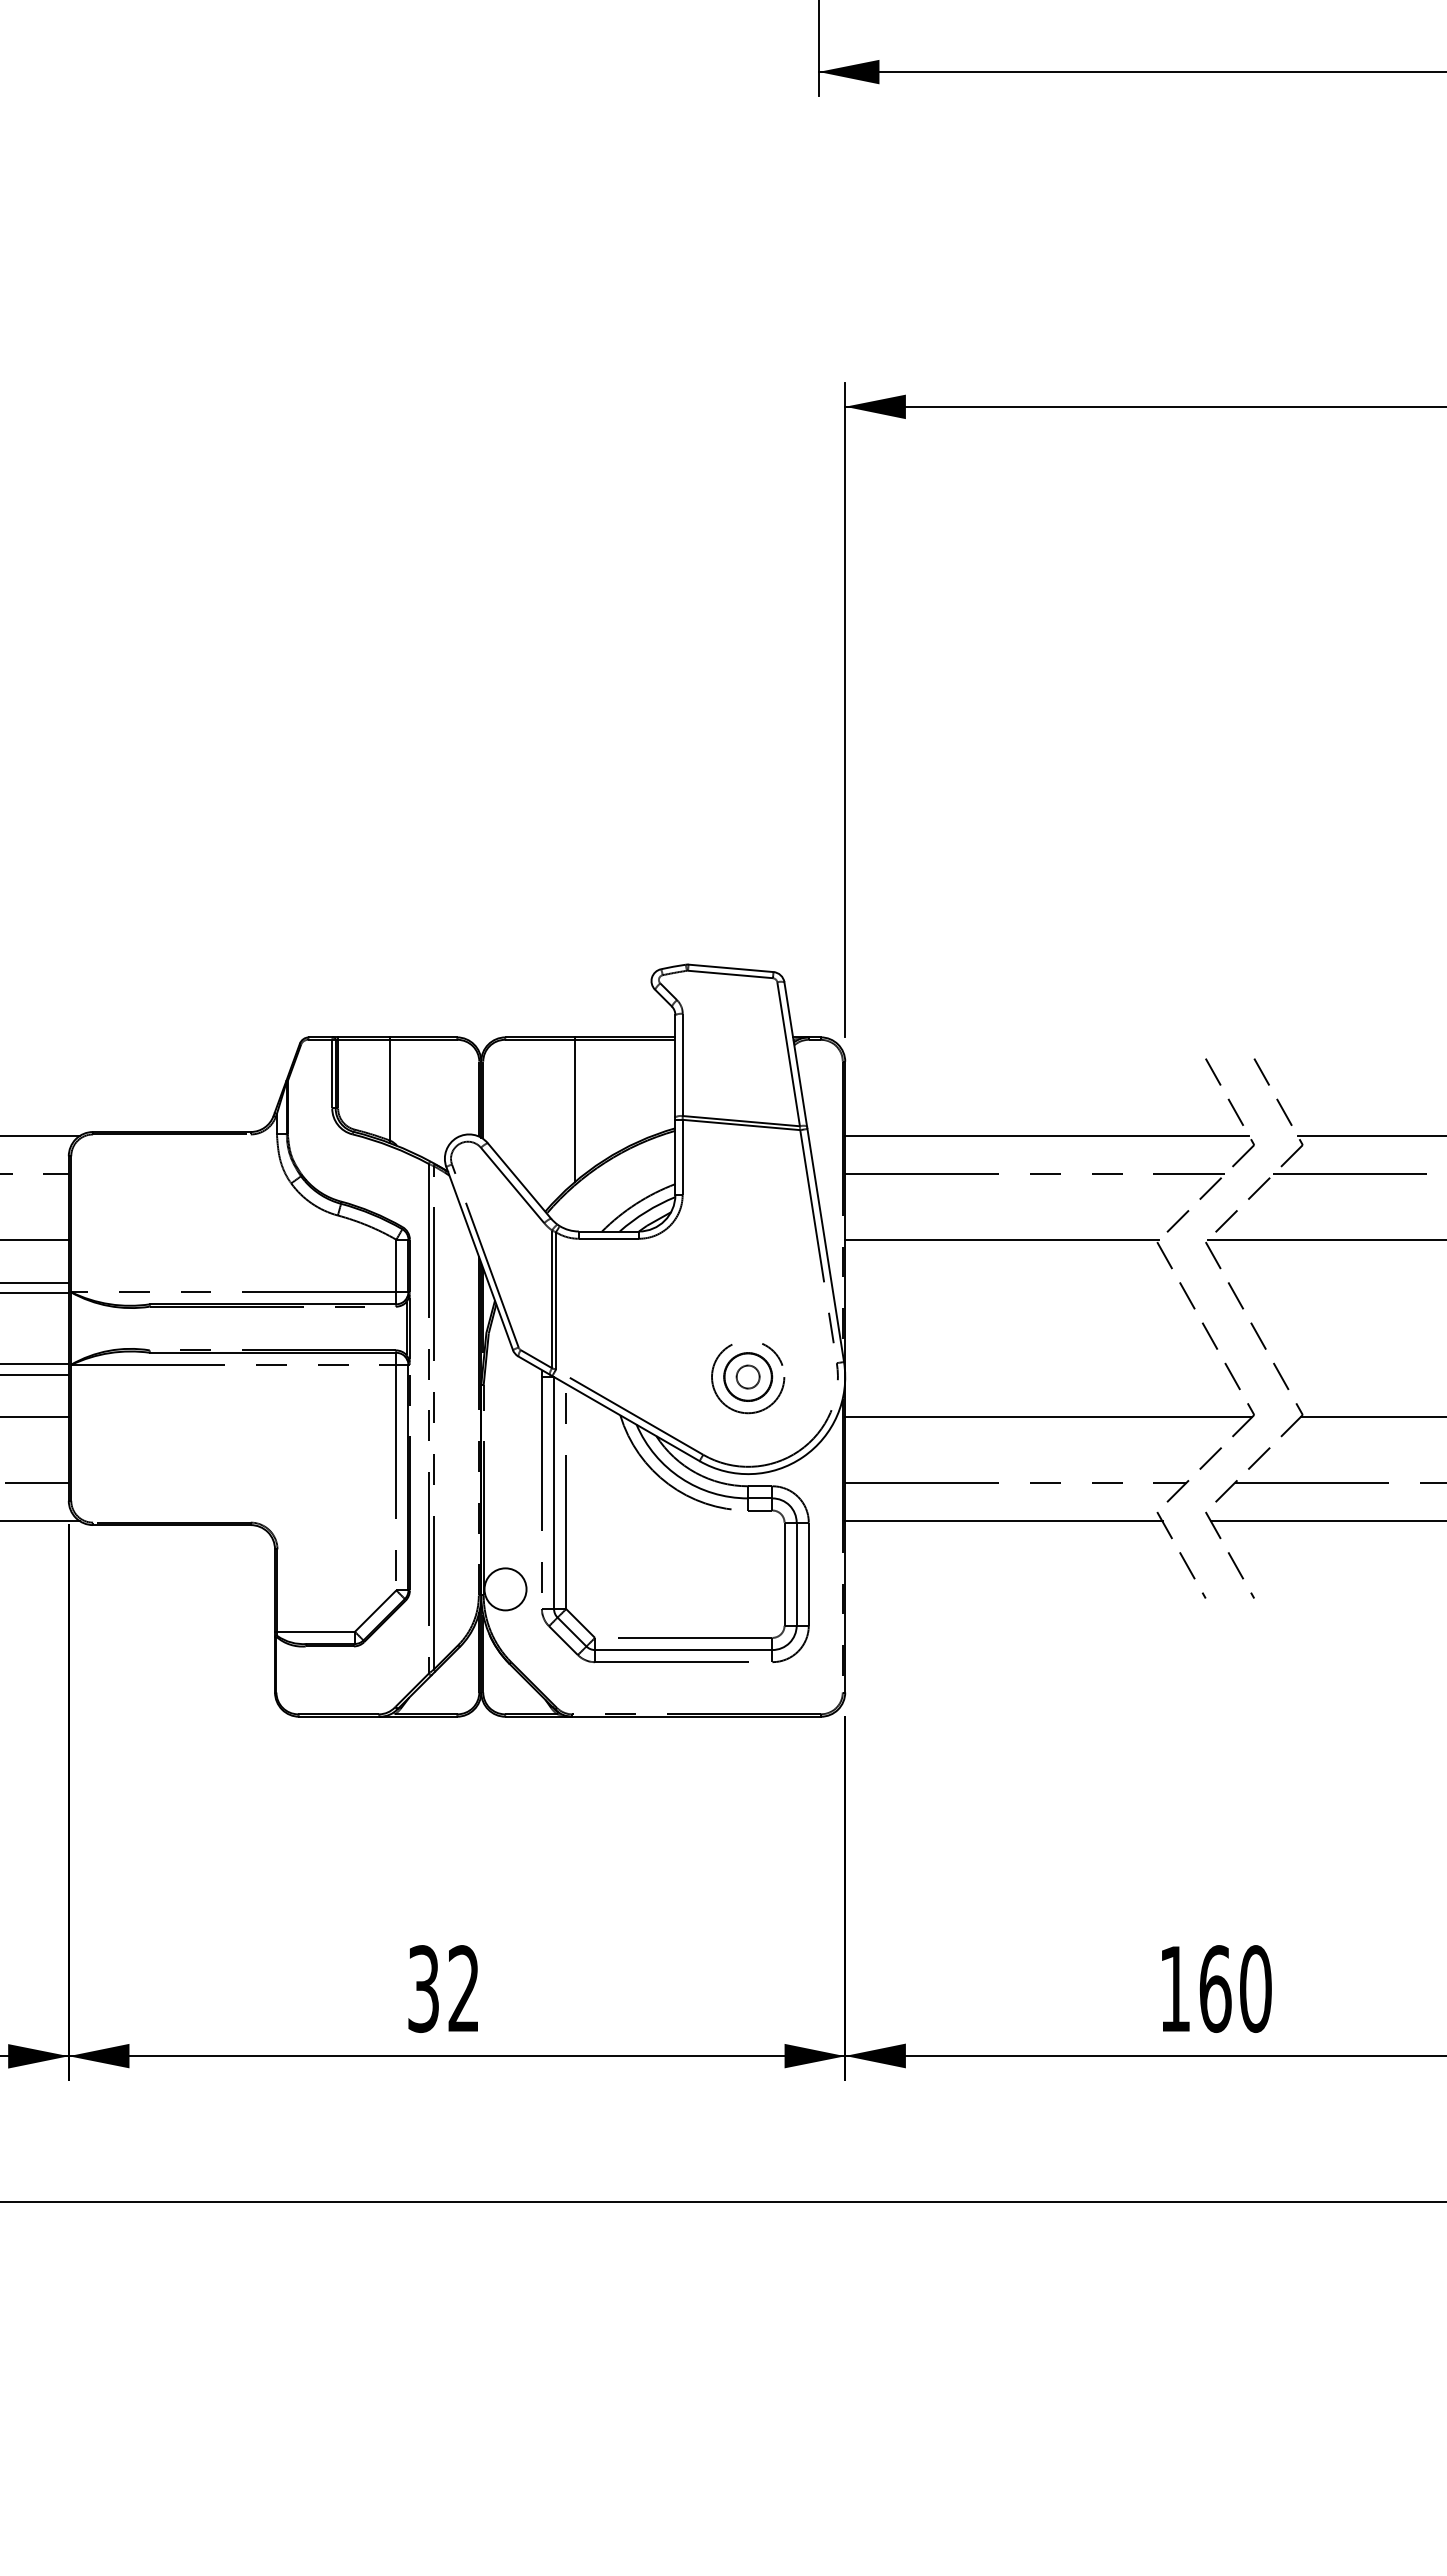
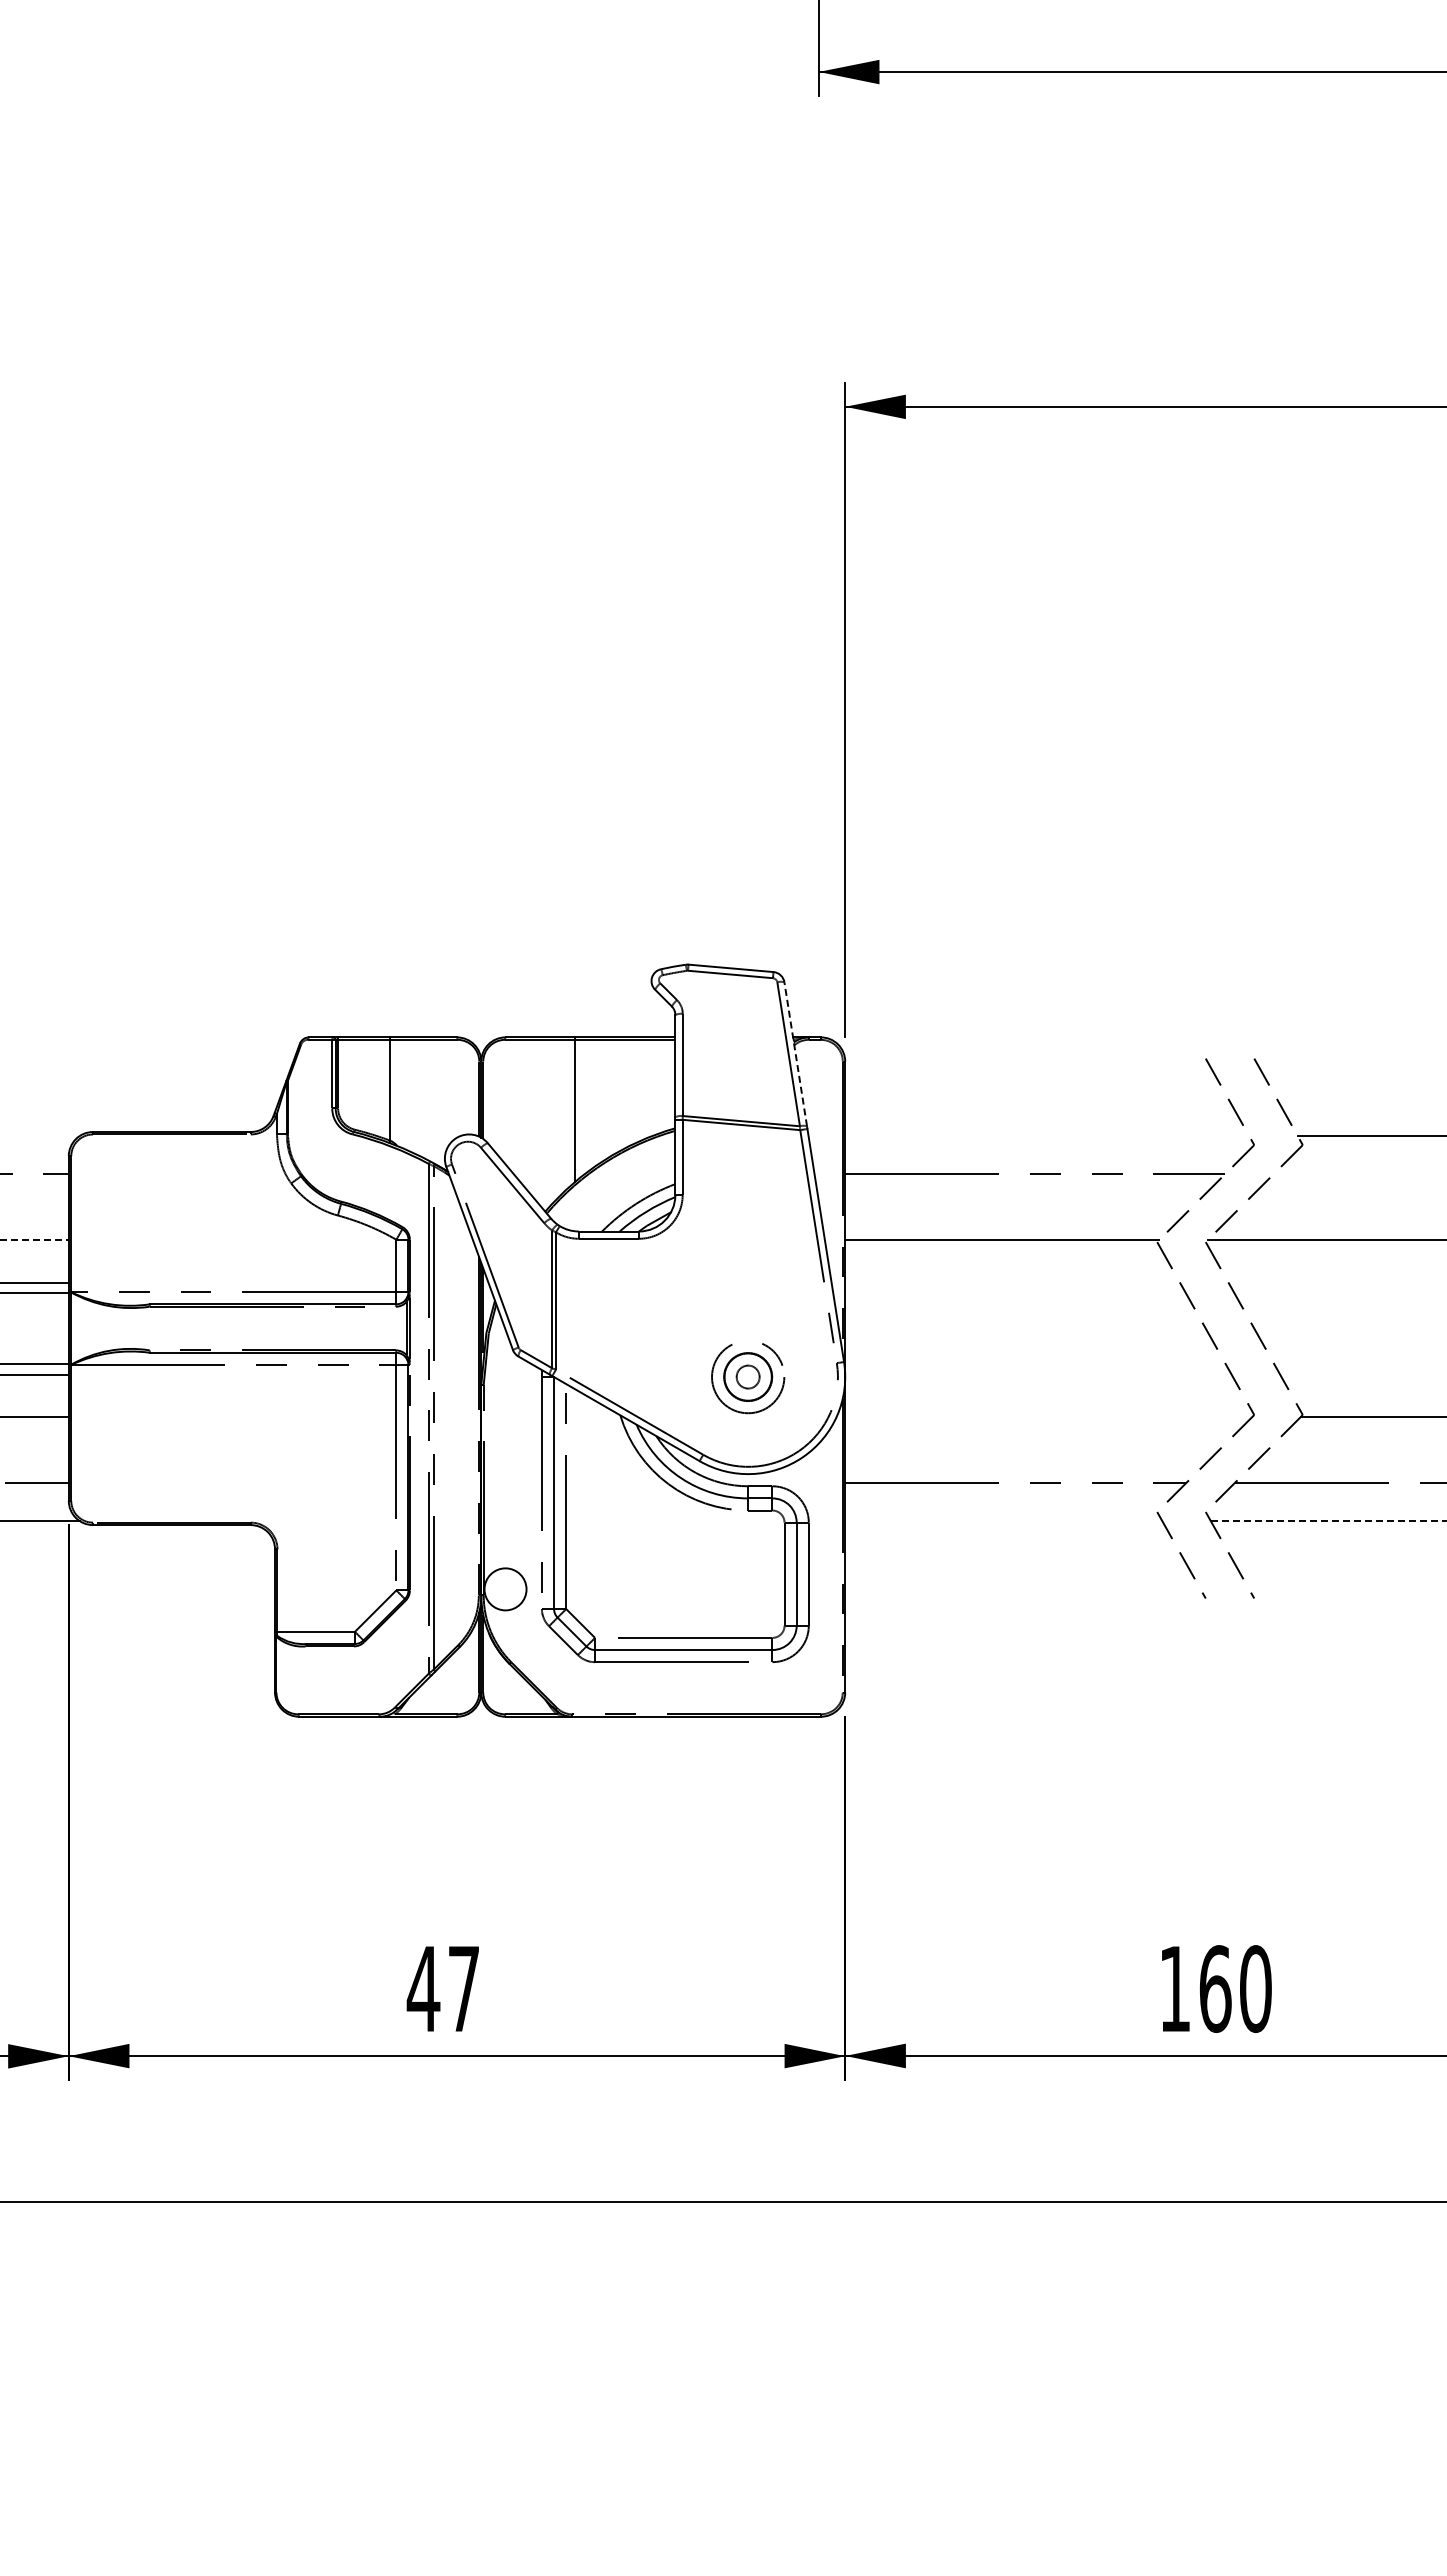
line at (795, 1054): solid -> dashed
line at (41, 1135): present -> none
line at (1046, 1135): present -> none
line at (1358, 1174): present -> none
line at (34, 1240): solid -> dashed
line at (1048, 1417): present -> none
line at (1003, 1521): present -> none
line at (1328, 1521): solid -> dashed
text at (442, 1989): 32 -> 47
